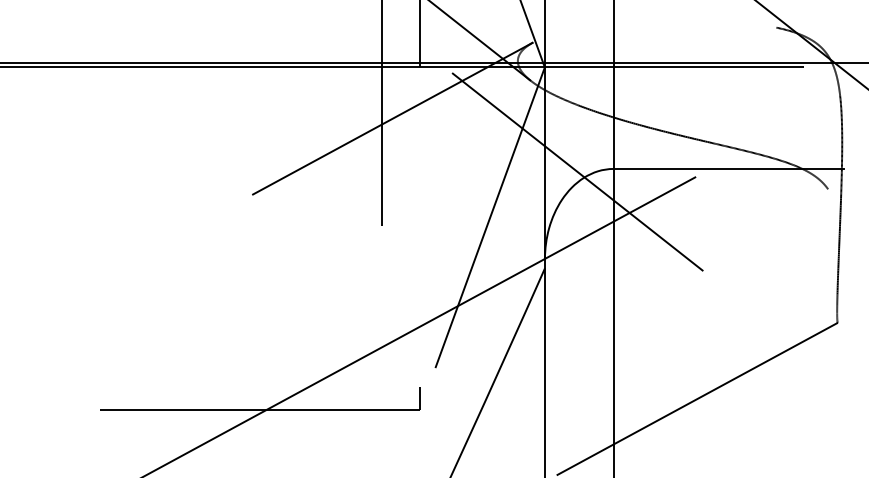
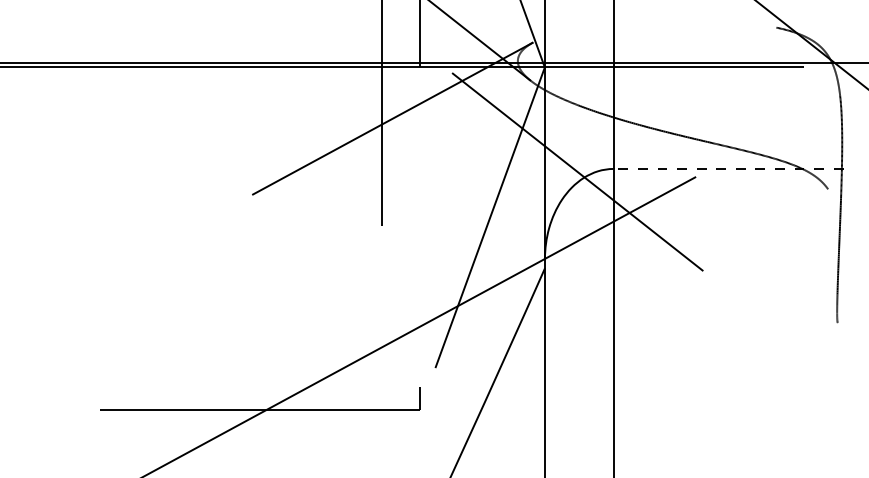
line at (728, 168): solid -> dashed
line at (697, 398): present -> none
